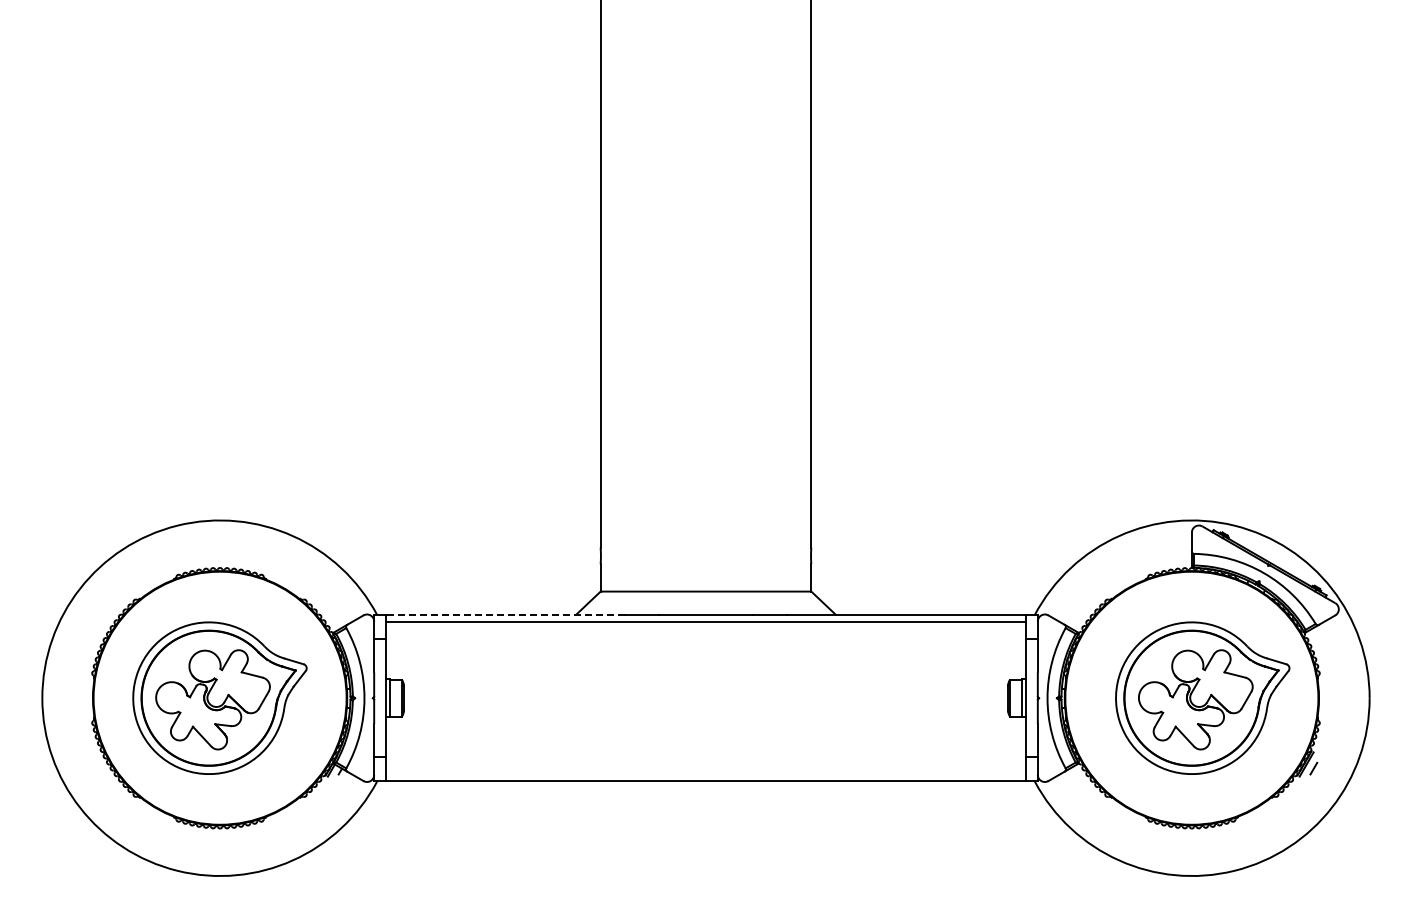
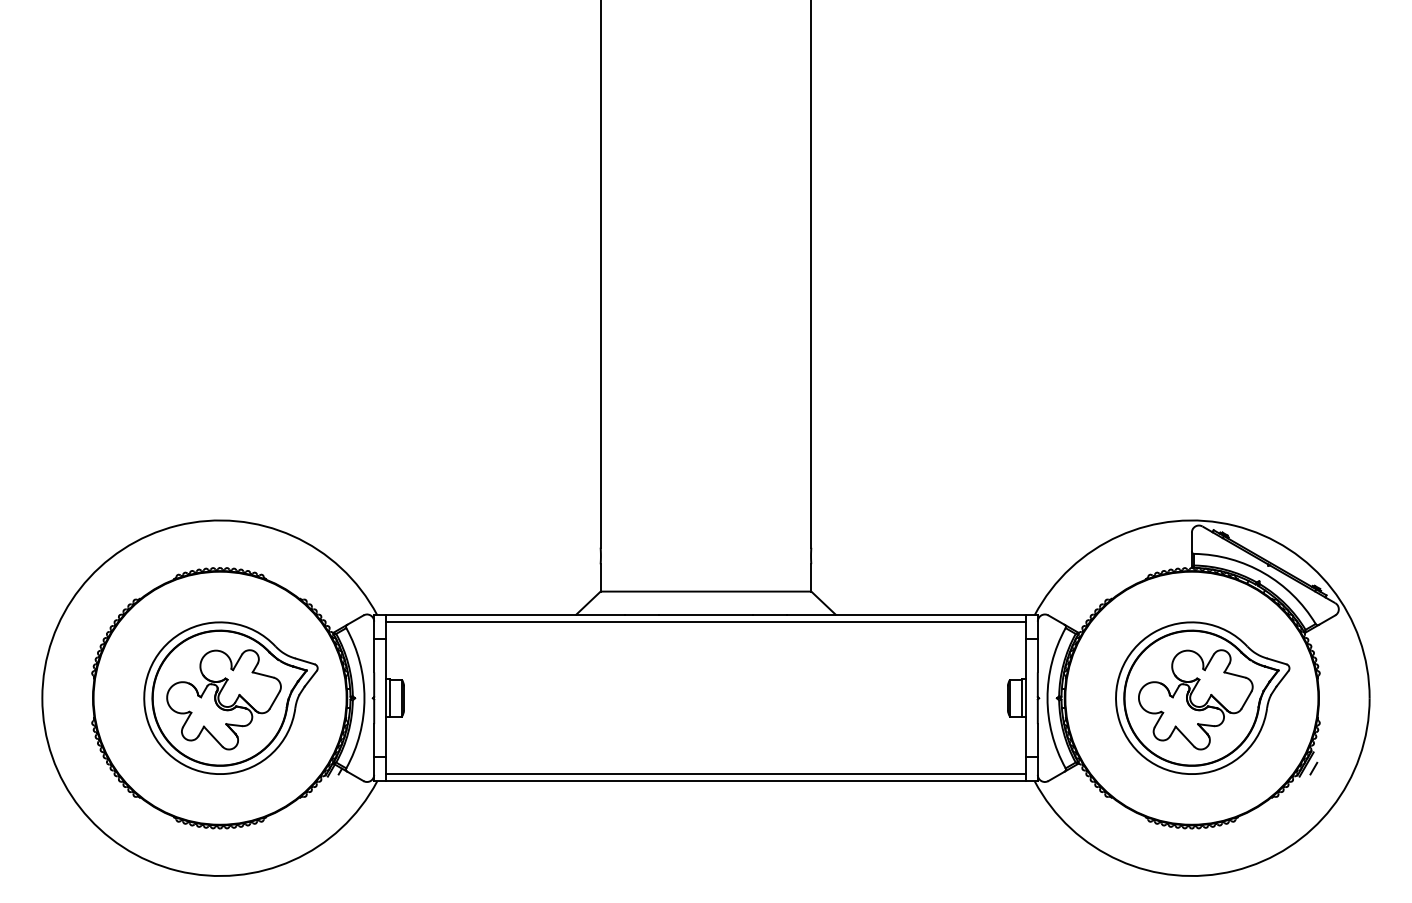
line at (505, 615): dashed -> solid
part at (219, 697) position: (219, 697) -> (230, 697)
line at (705, 774): none -> present
